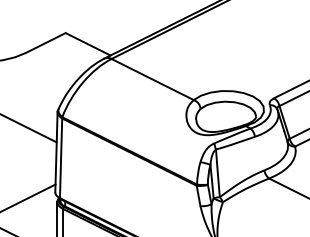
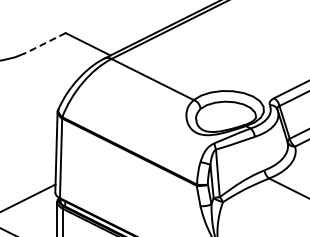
line at (45, 43): solid -> dashed
line at (29, 128): present -> none
